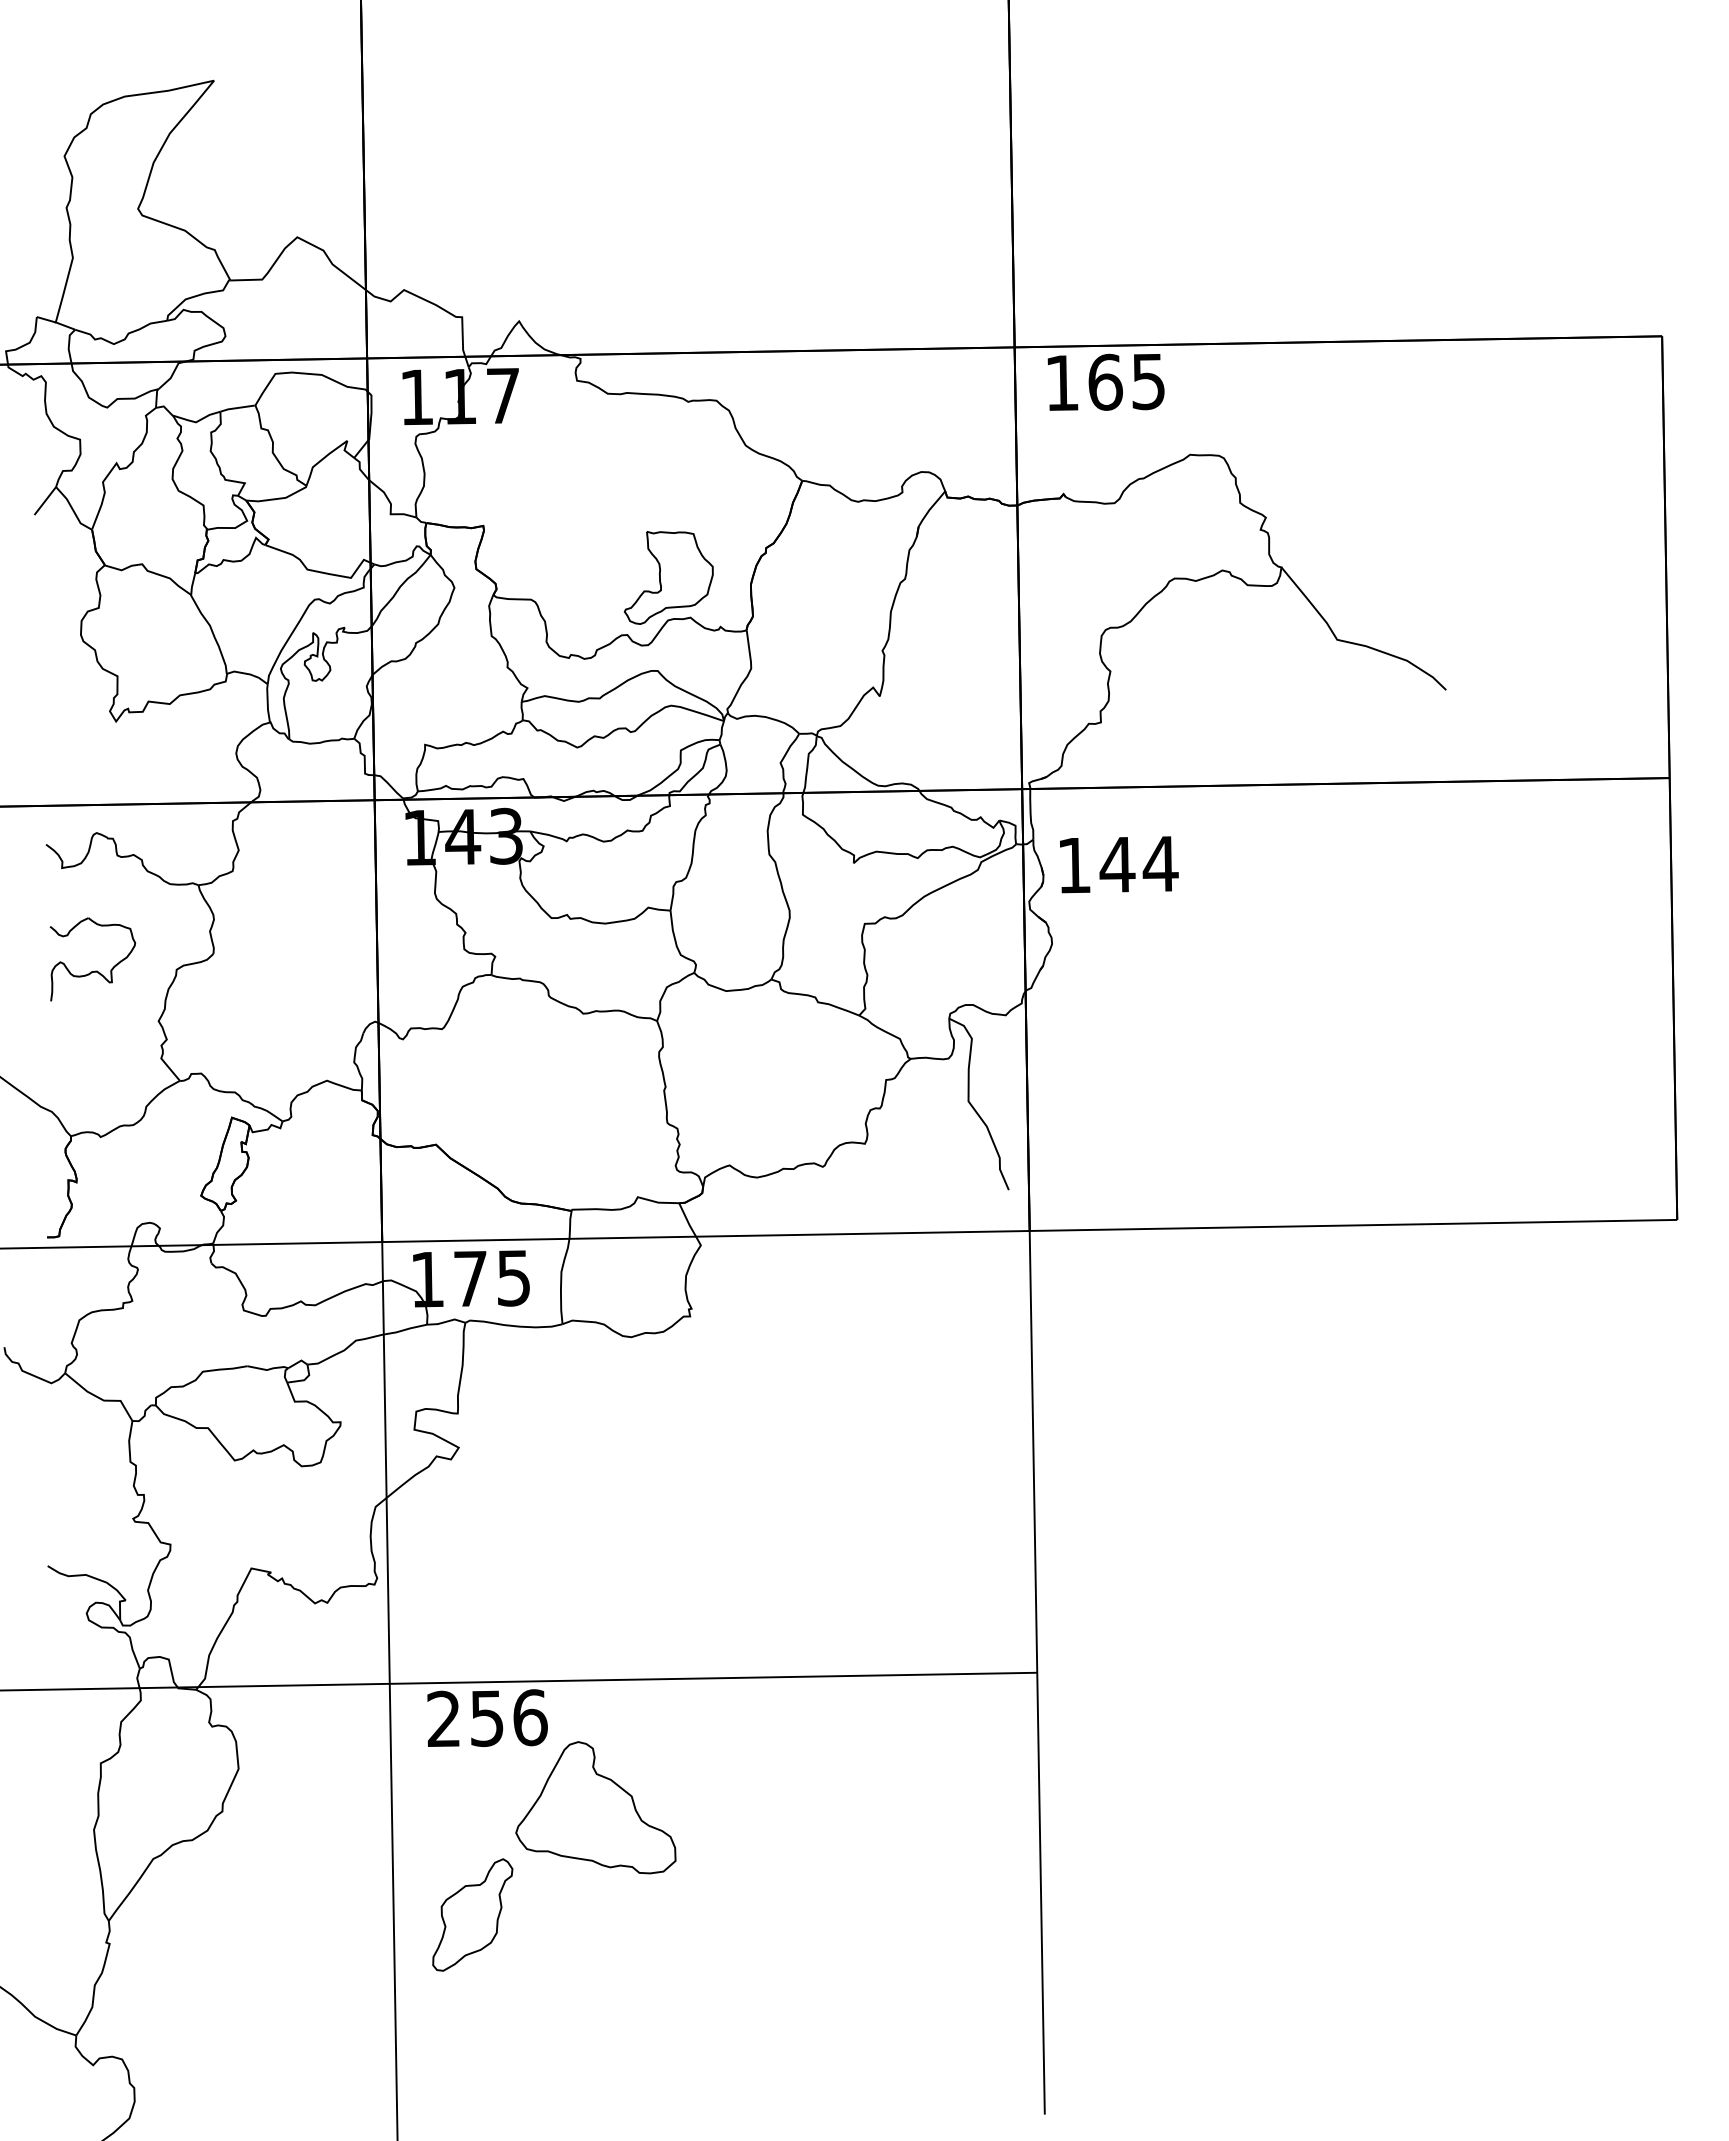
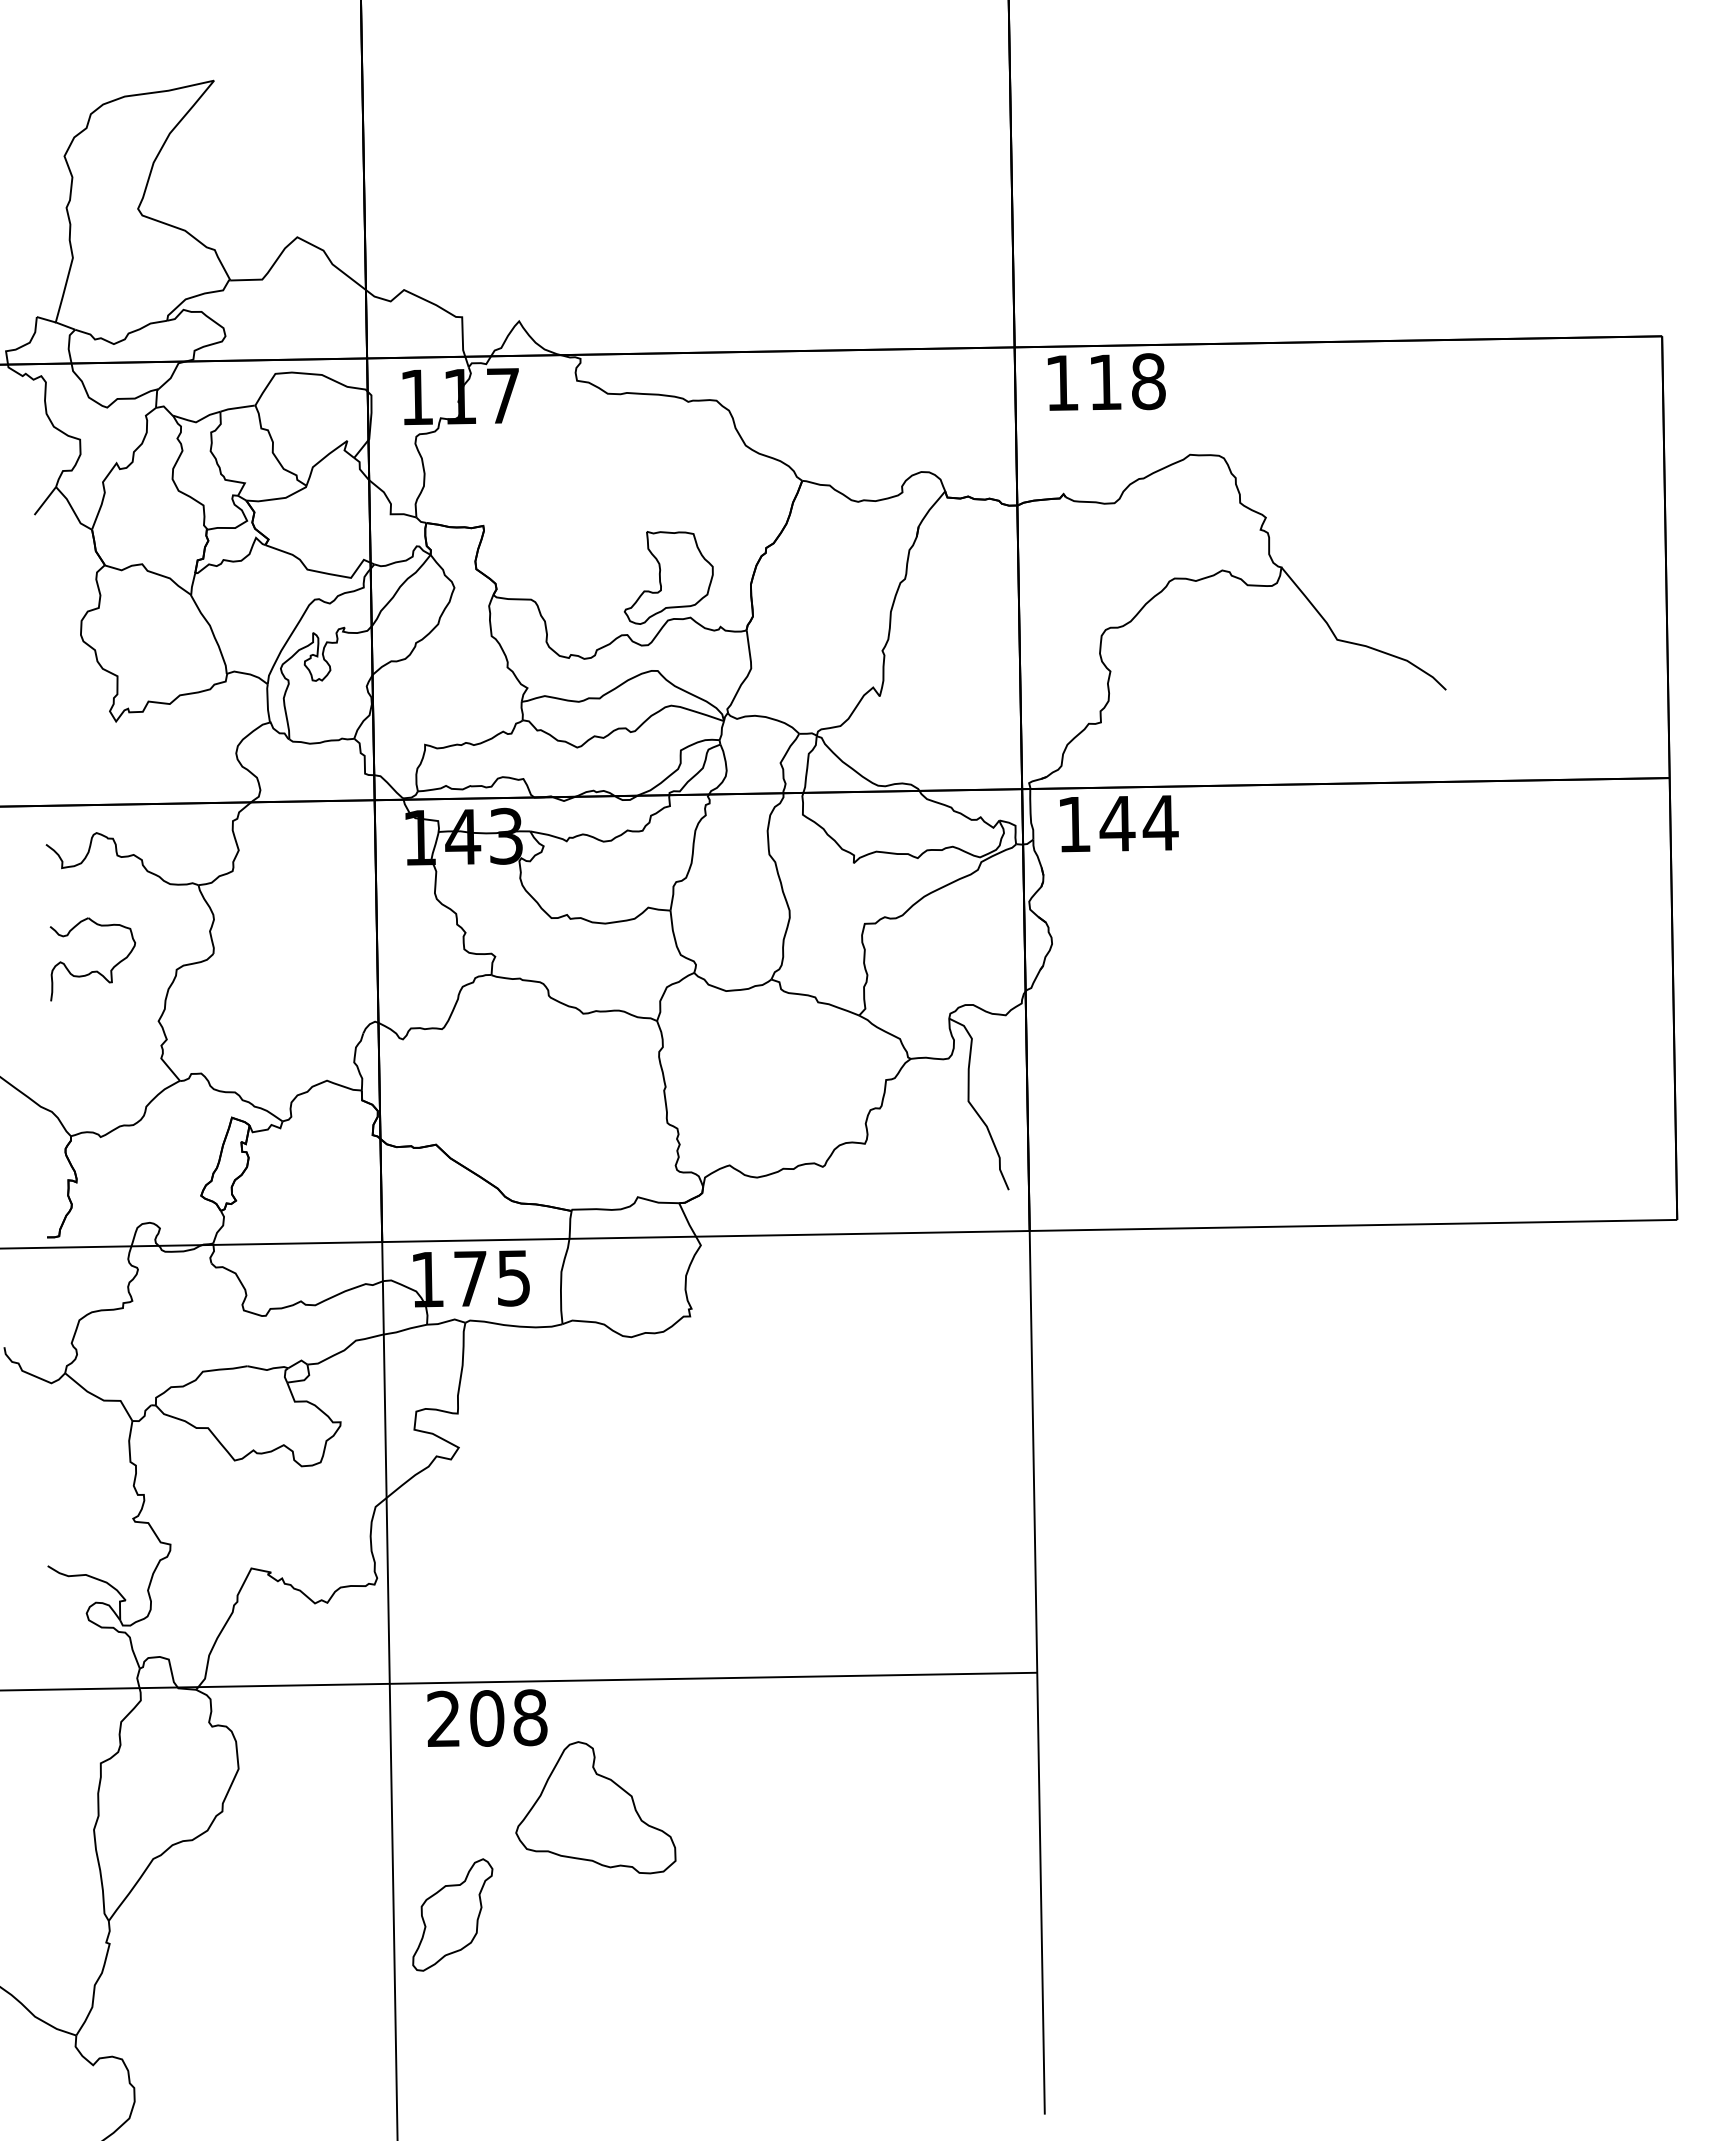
text at (1126, 381): 165 -> 118
text at (1119, 864) position: (1119, 864) -> (1119, 823)
text at (508, 1718): 256 -> 208
part at (472, 1914) position: (472, 1914) -> (452, 1914)
